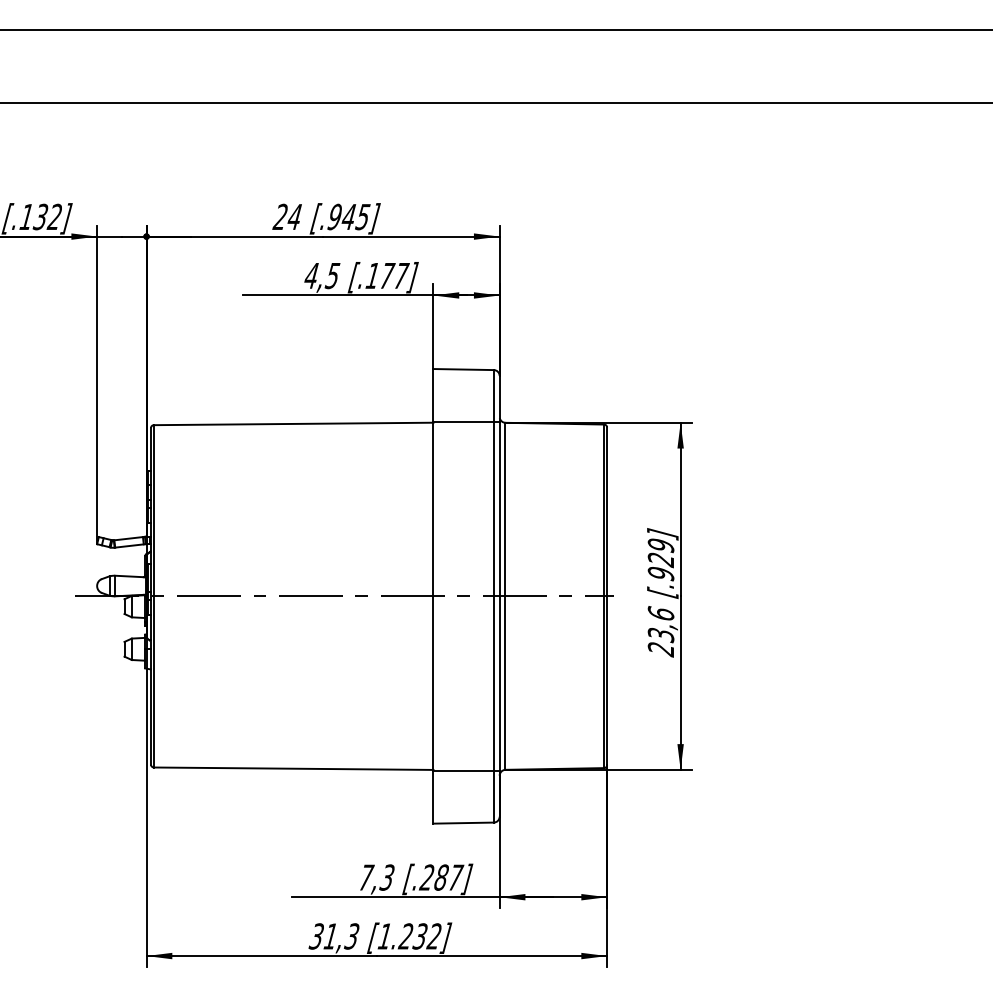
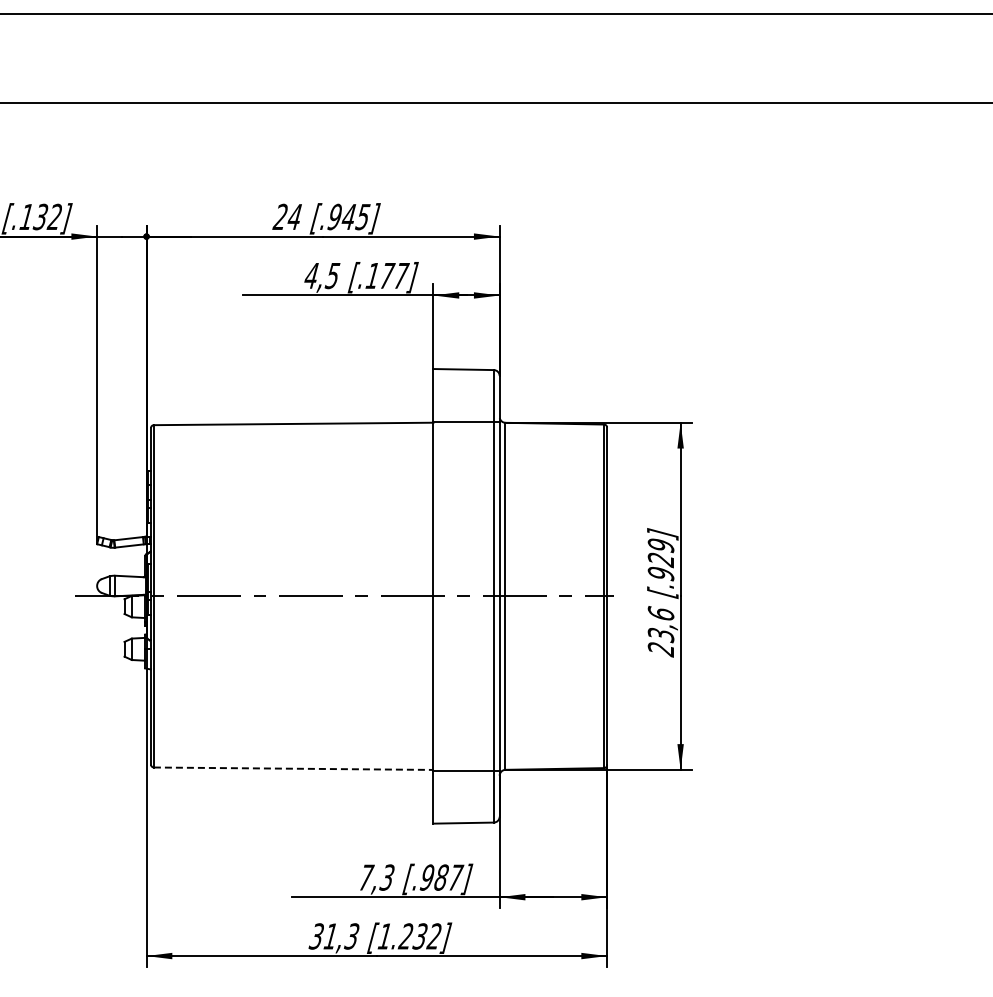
line at (495, 29) position: (495, 29) -> (495, 13)
line at (293, 768): solid -> dashed
text at (426, 877): [.287] -> [.987]
